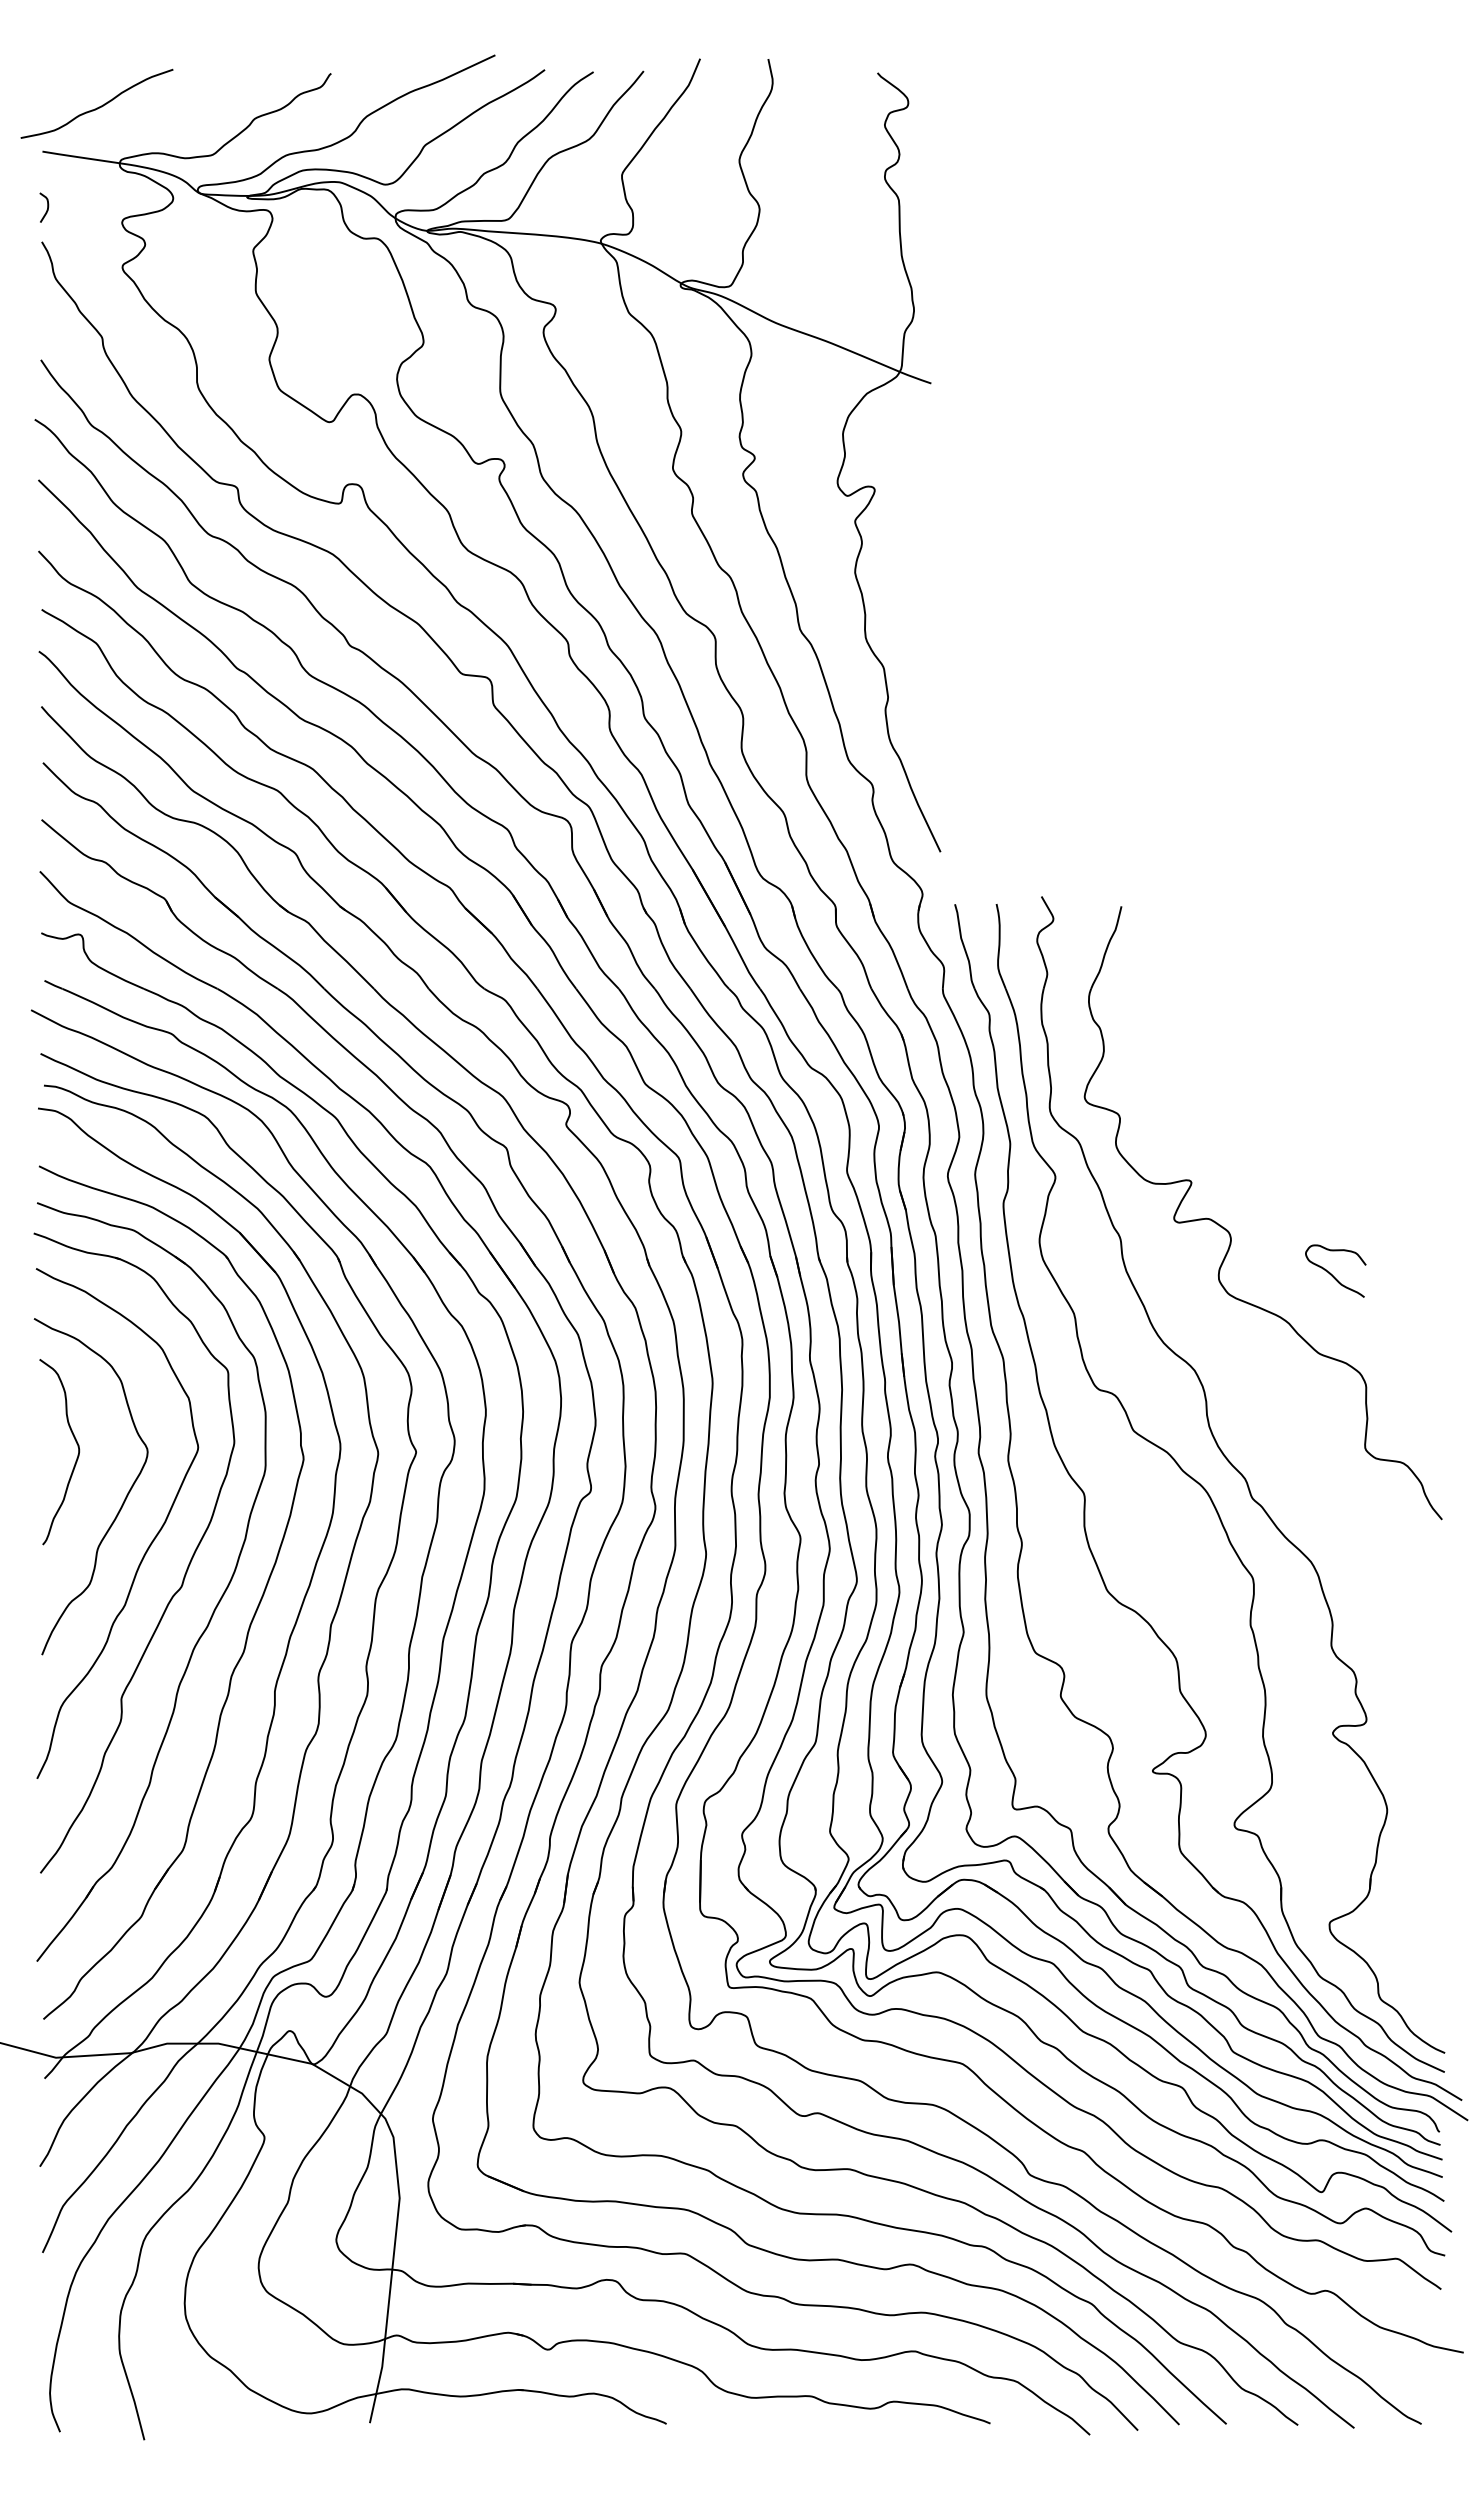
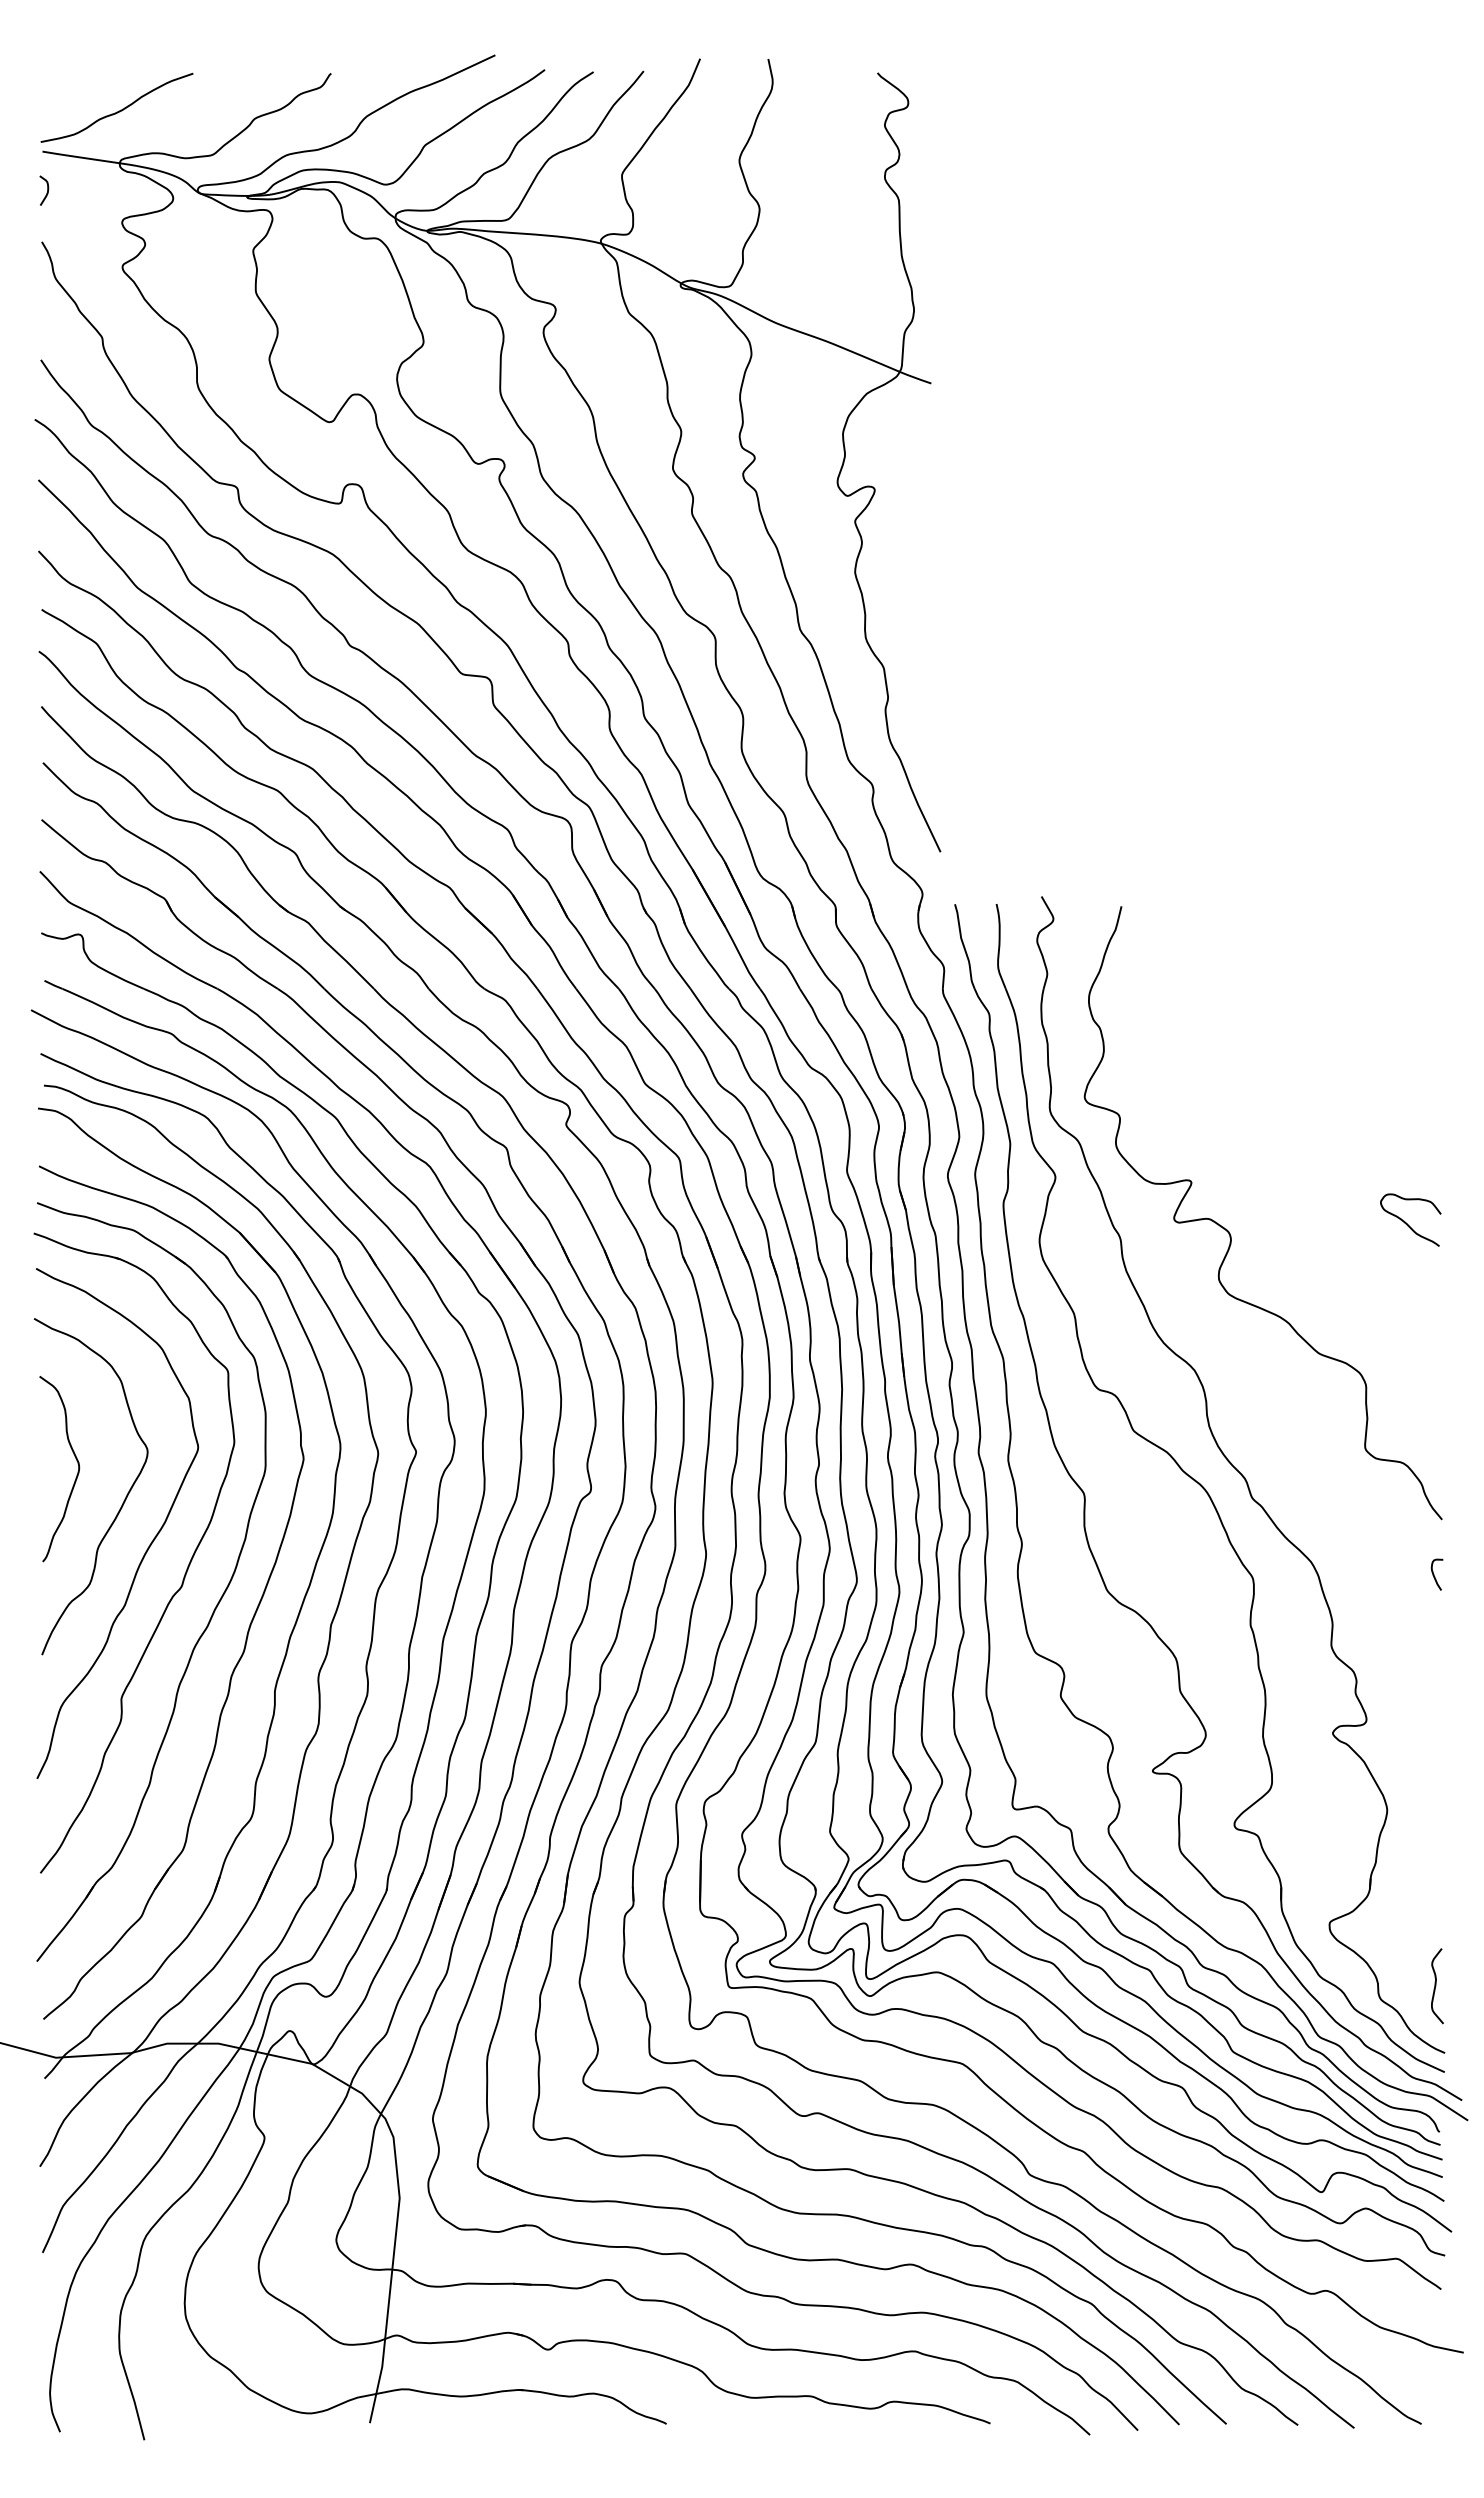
curve at (96, 107) position: (96, 107) -> (116, 111)
curve at (46, 209) position: (46, 209) -> (46, 192)
curve at (1331, 1273) position: (1331, 1273) -> (1406, 1222)
curve at (75, 1460) position: (75, 1460) -> (75, 1477)
curve at (1434, 1574): none -> present
curve at (1436, 1986): none -> present
